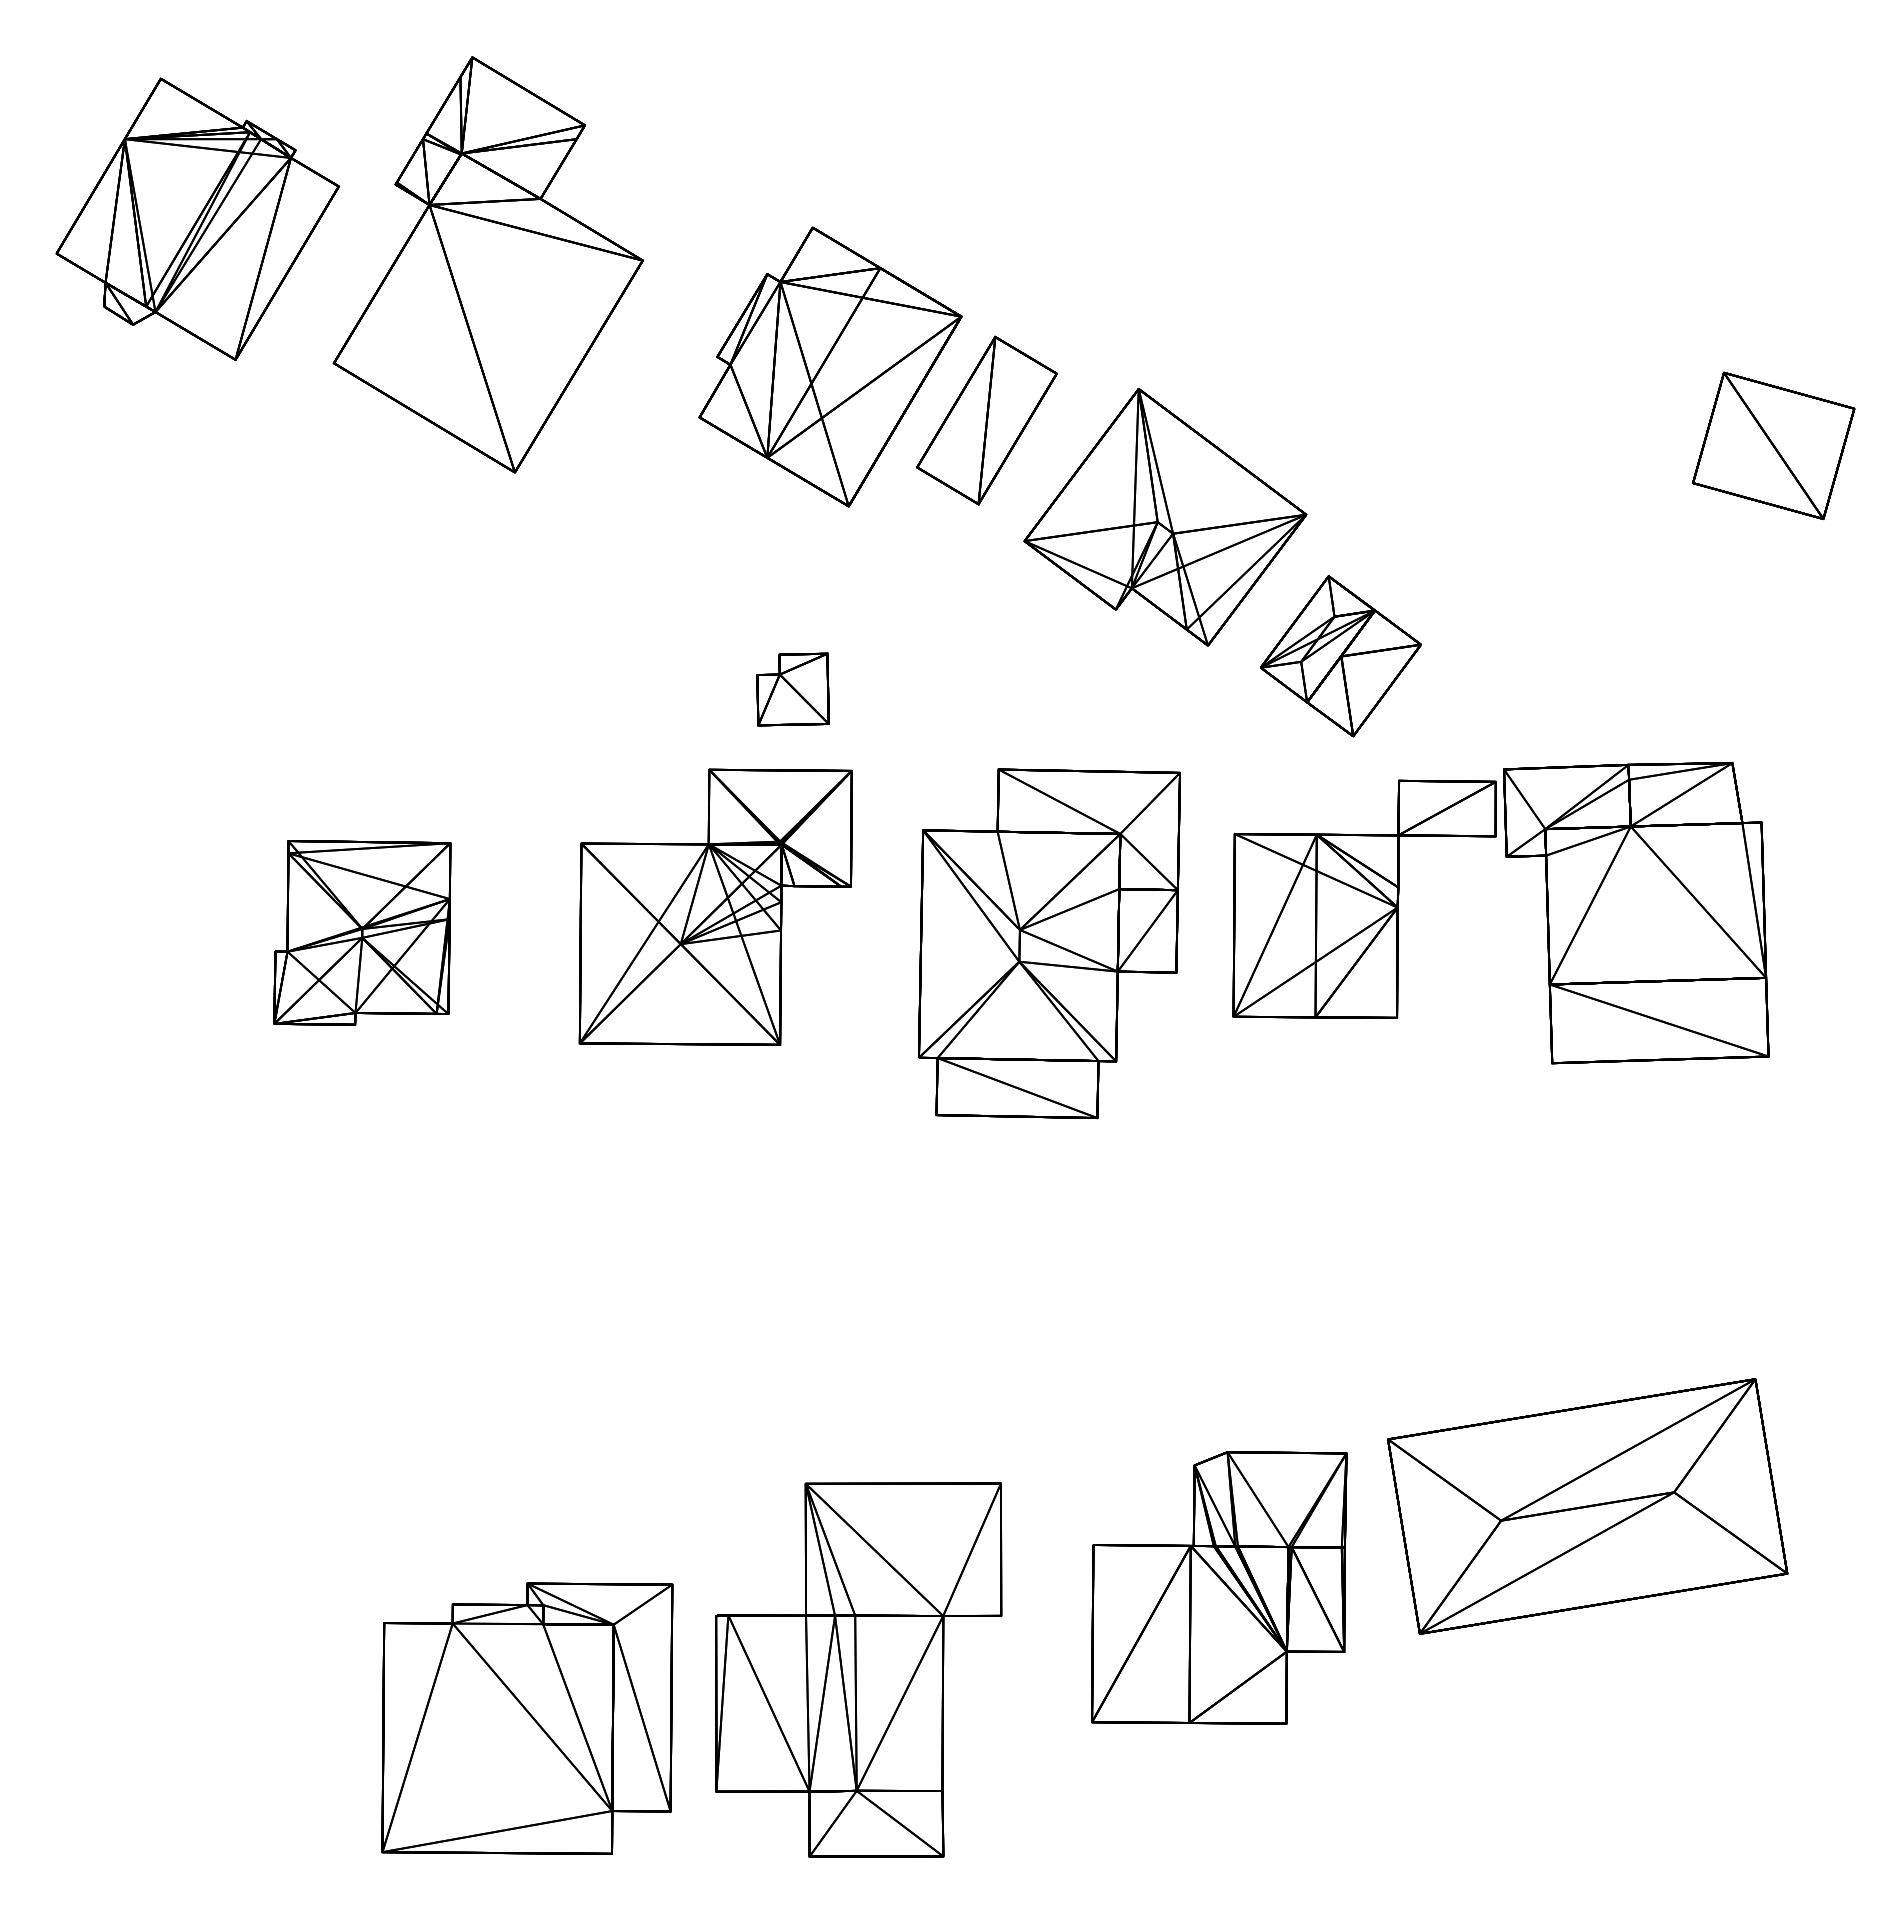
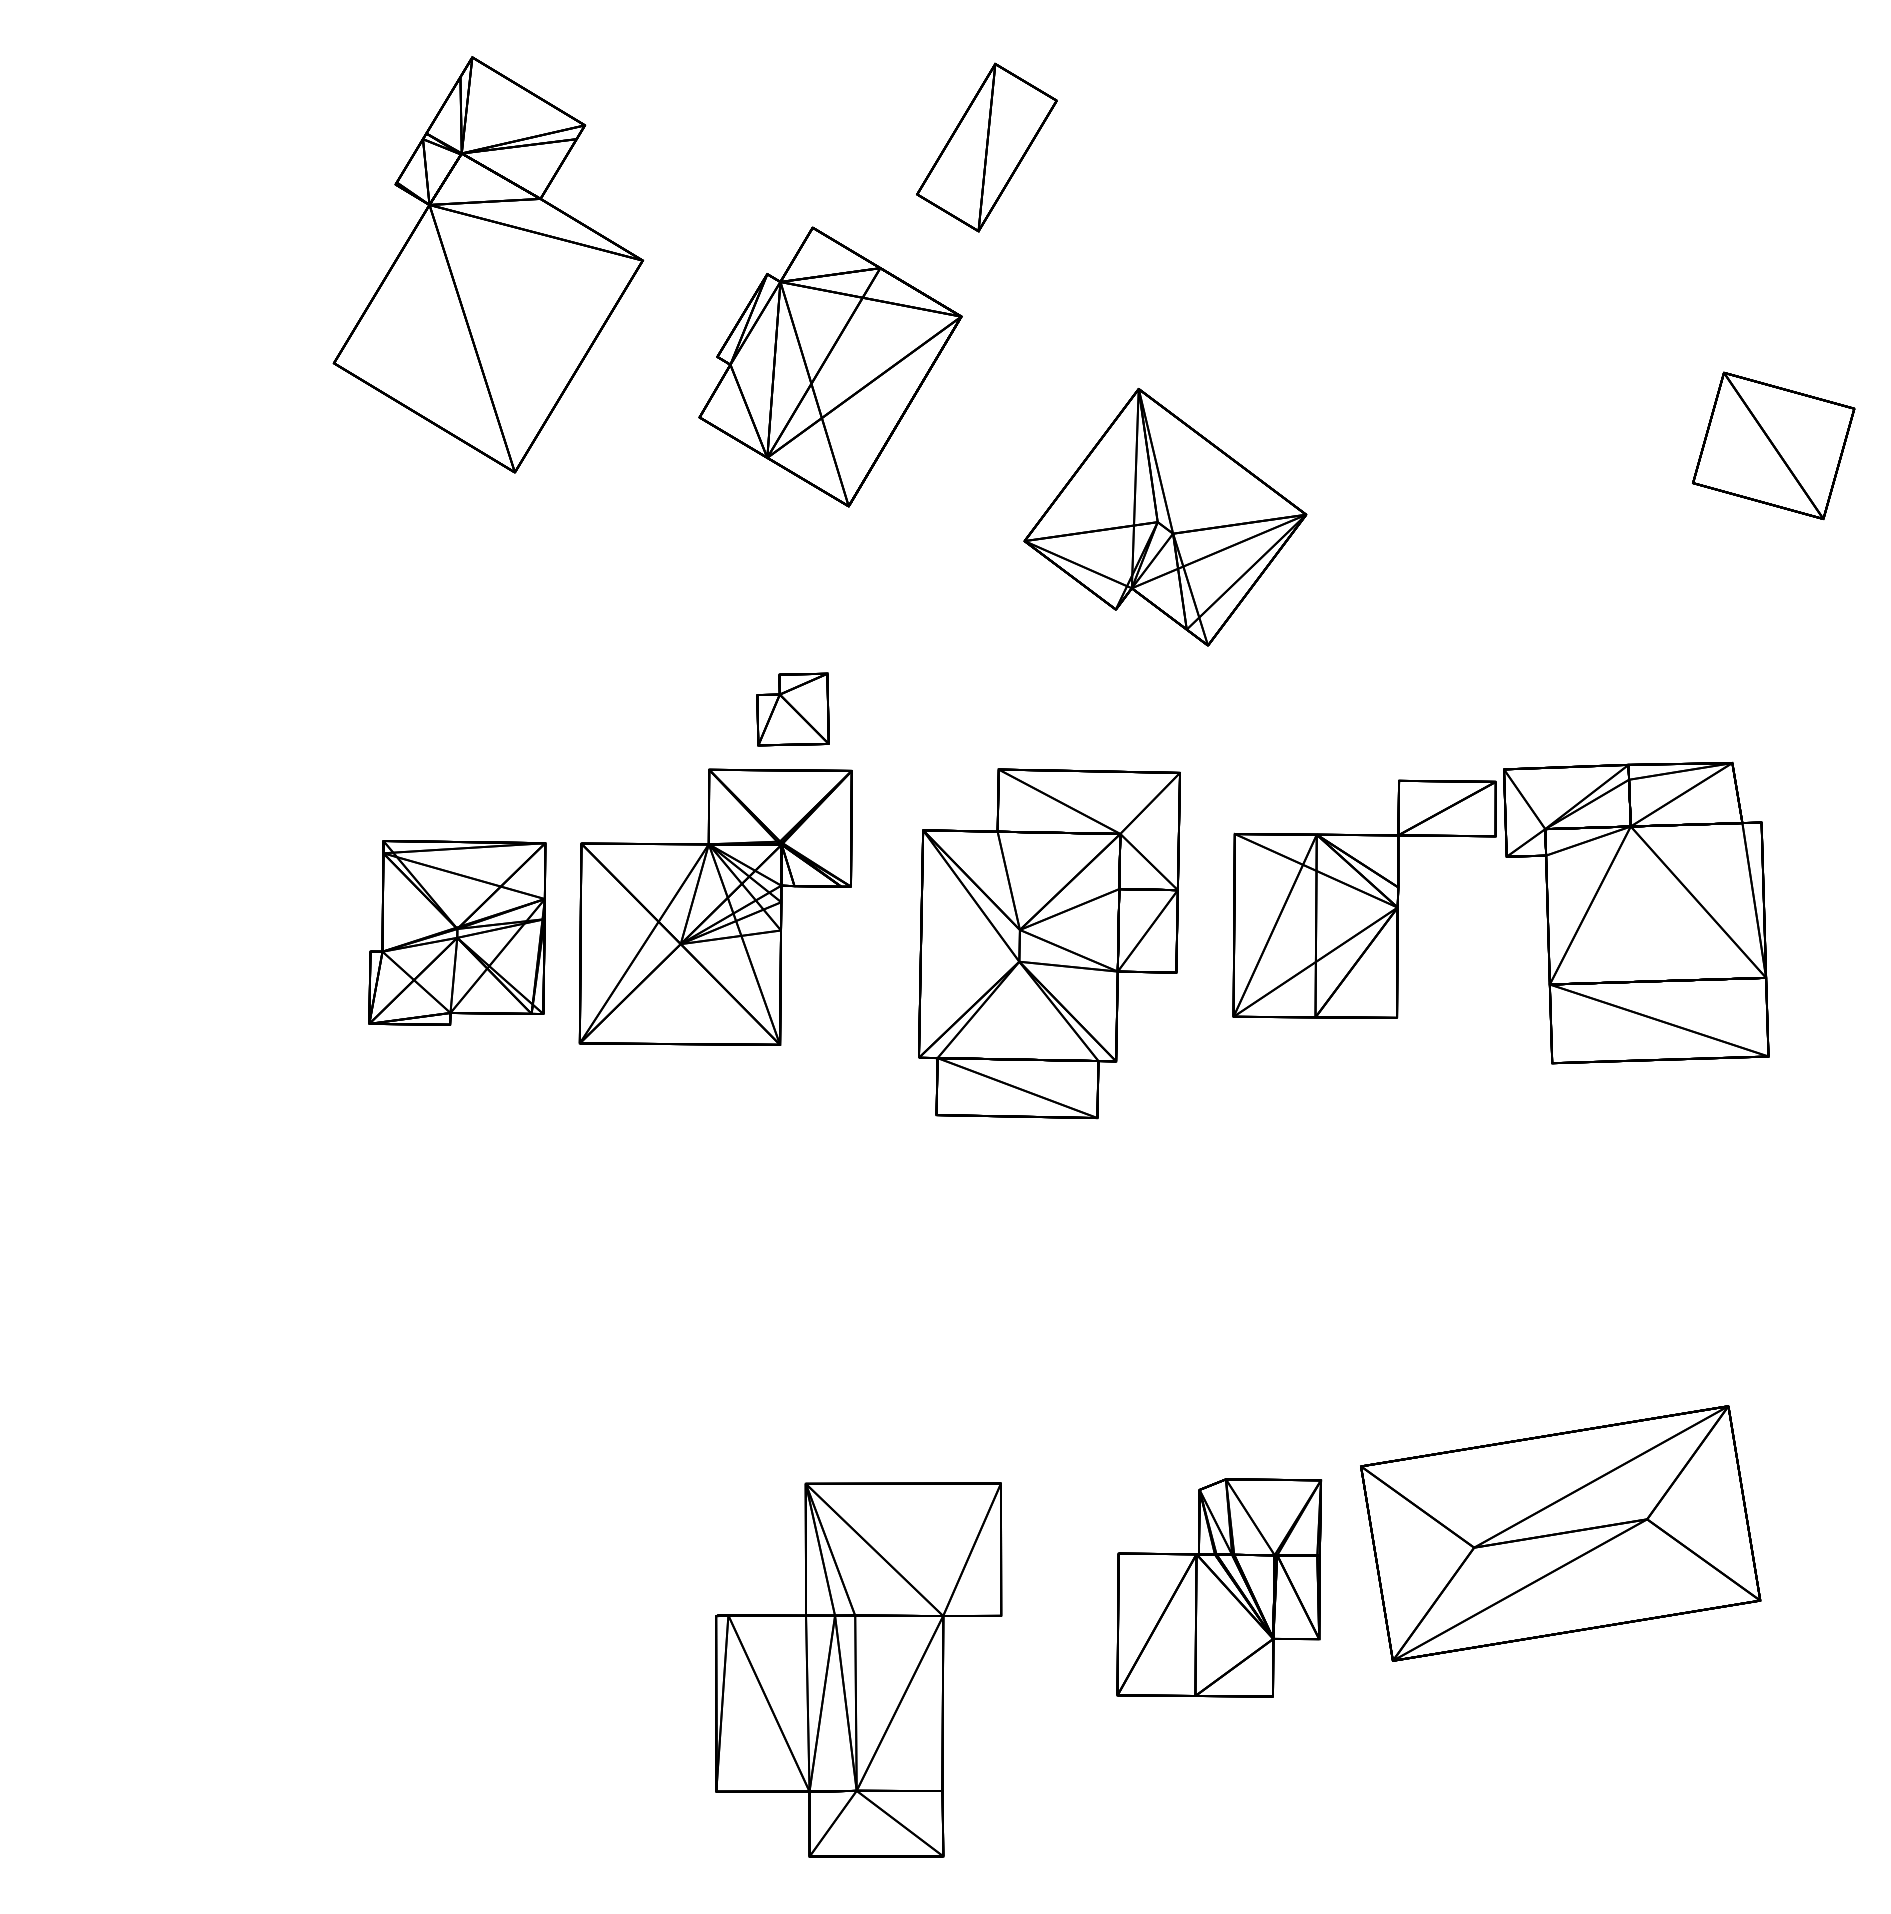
part at (197, 218): present -> none
part at (986, 420) position: (986, 420) -> (986, 147)
part at (1341, 656): present -> none
part at (792, 689) position: (792, 689) -> (792, 709)
part at (362, 932) position: (362, 932) -> (457, 932)
part at (1587, 1506) position: (1587, 1506) -> (1560, 1533)
part at (1219, 1587) size: 257x274 px -> 207x220 px
part at (527, 1718): present -> none
